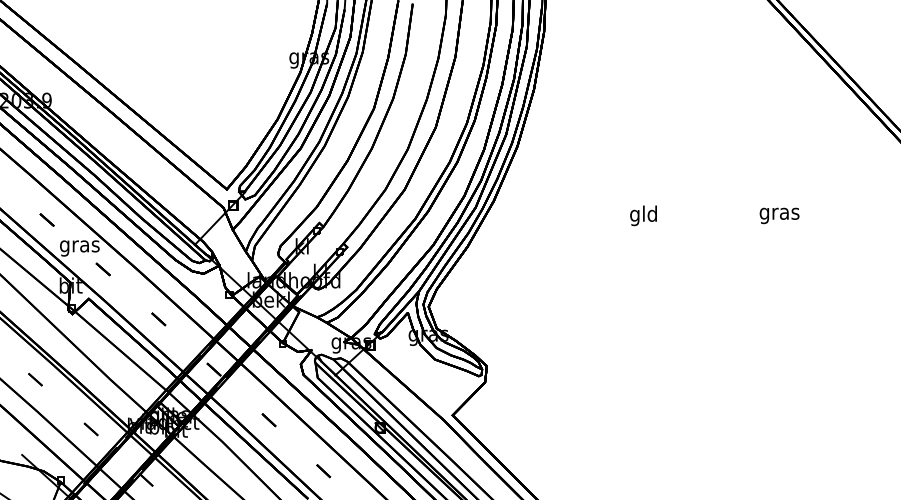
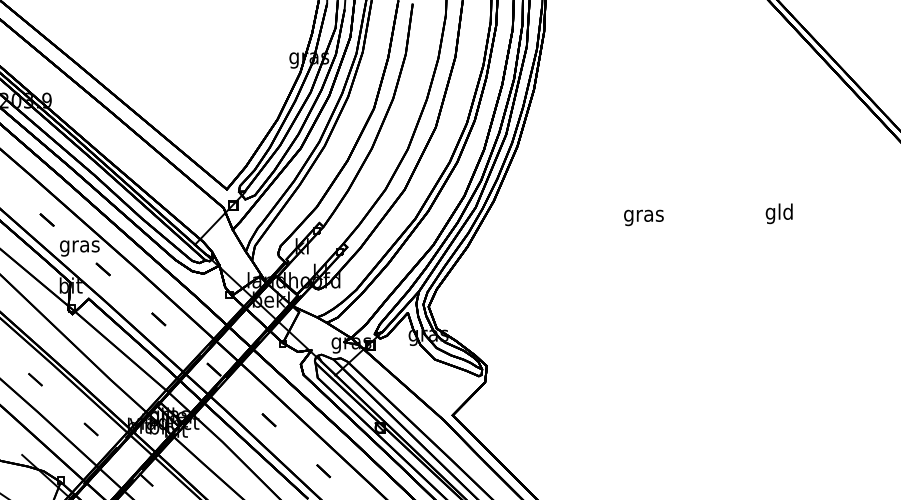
text at (779, 213): gras -> gld
text at (643, 215): gld -> gras
